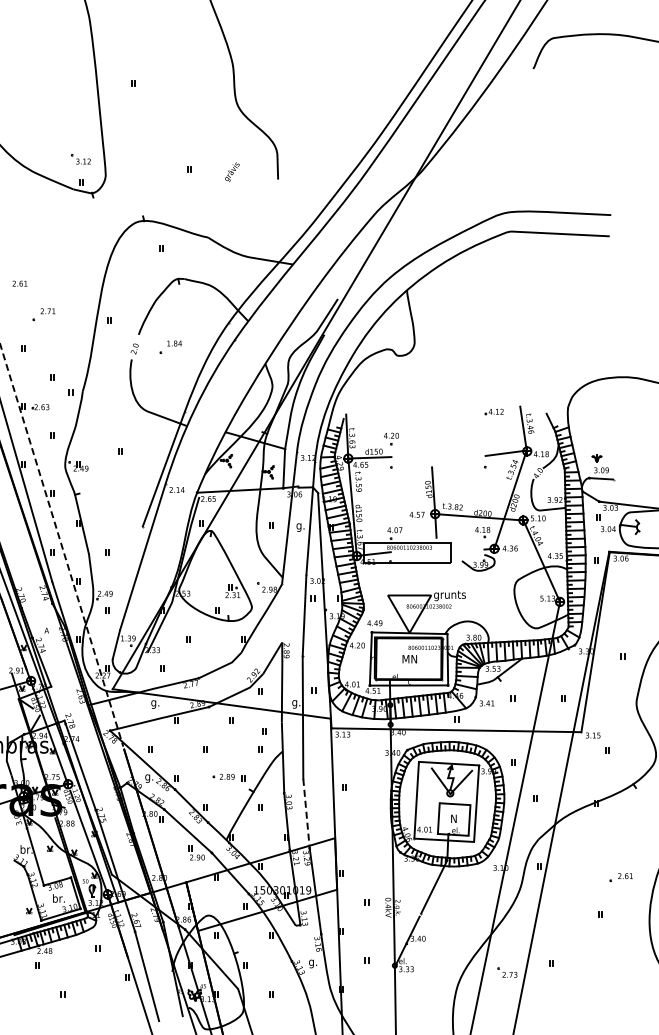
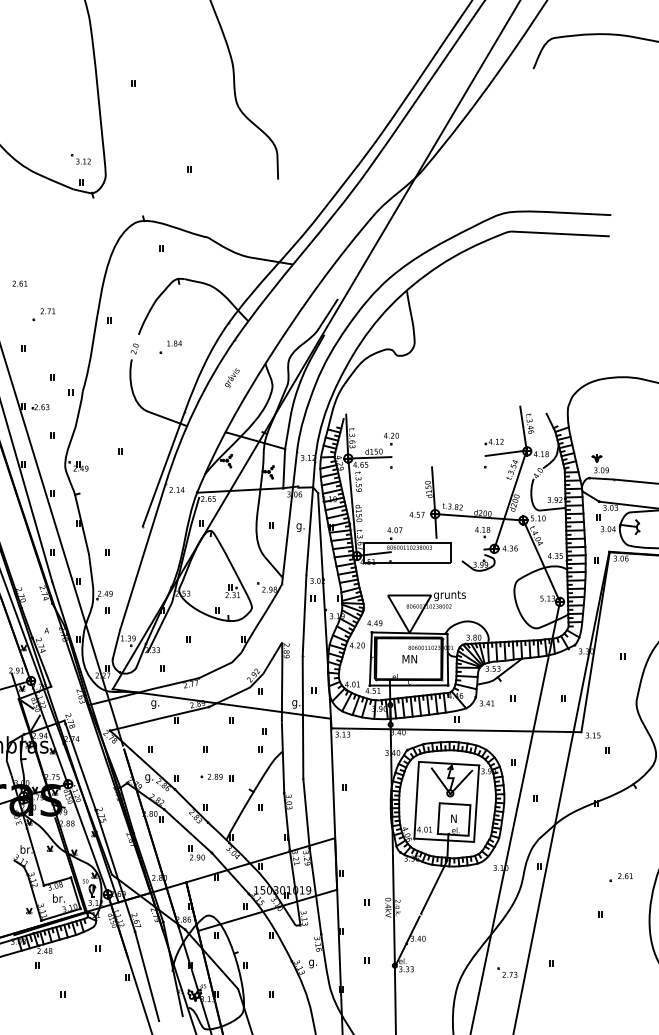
text at (232, 172) position: (232, 172) -> (232, 378)
part at (493, 411) position: (493, 411) -> (493, 441)
line at (634, 481): none -> present
line at (61, 546): dashed -> solid
part at (228, 777) position: (228, 777) -> (216, 777)
line at (306, 813): dashed -> solid
